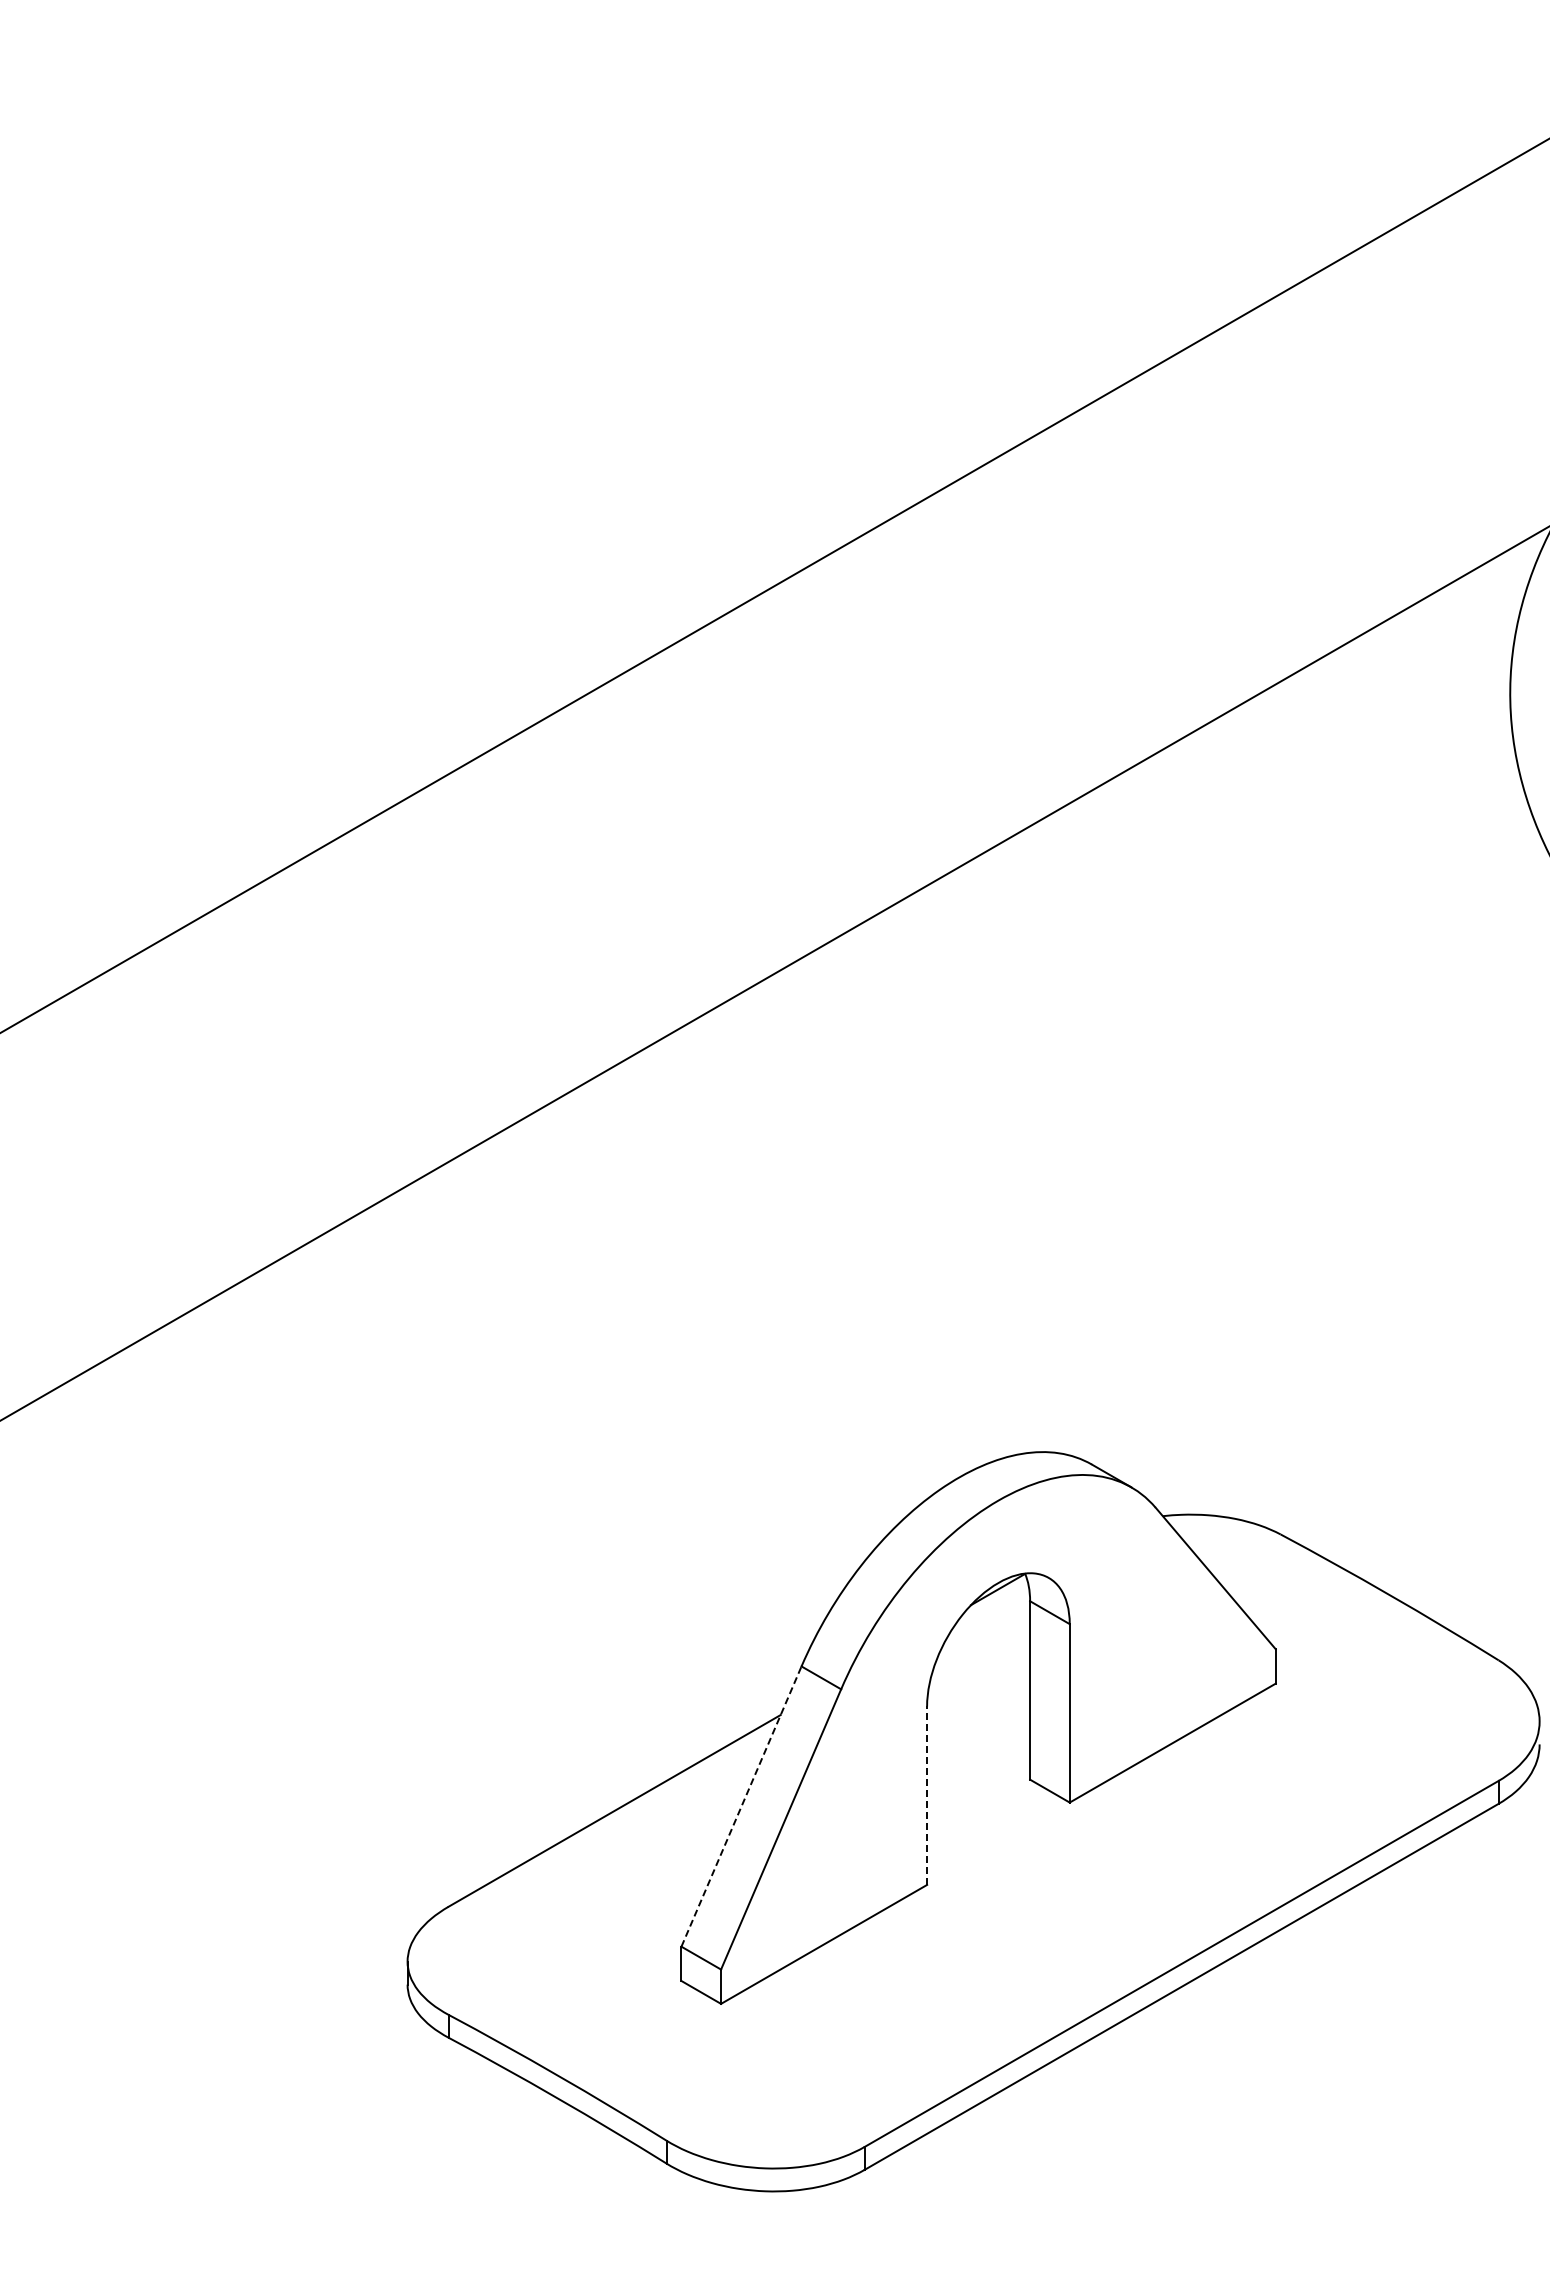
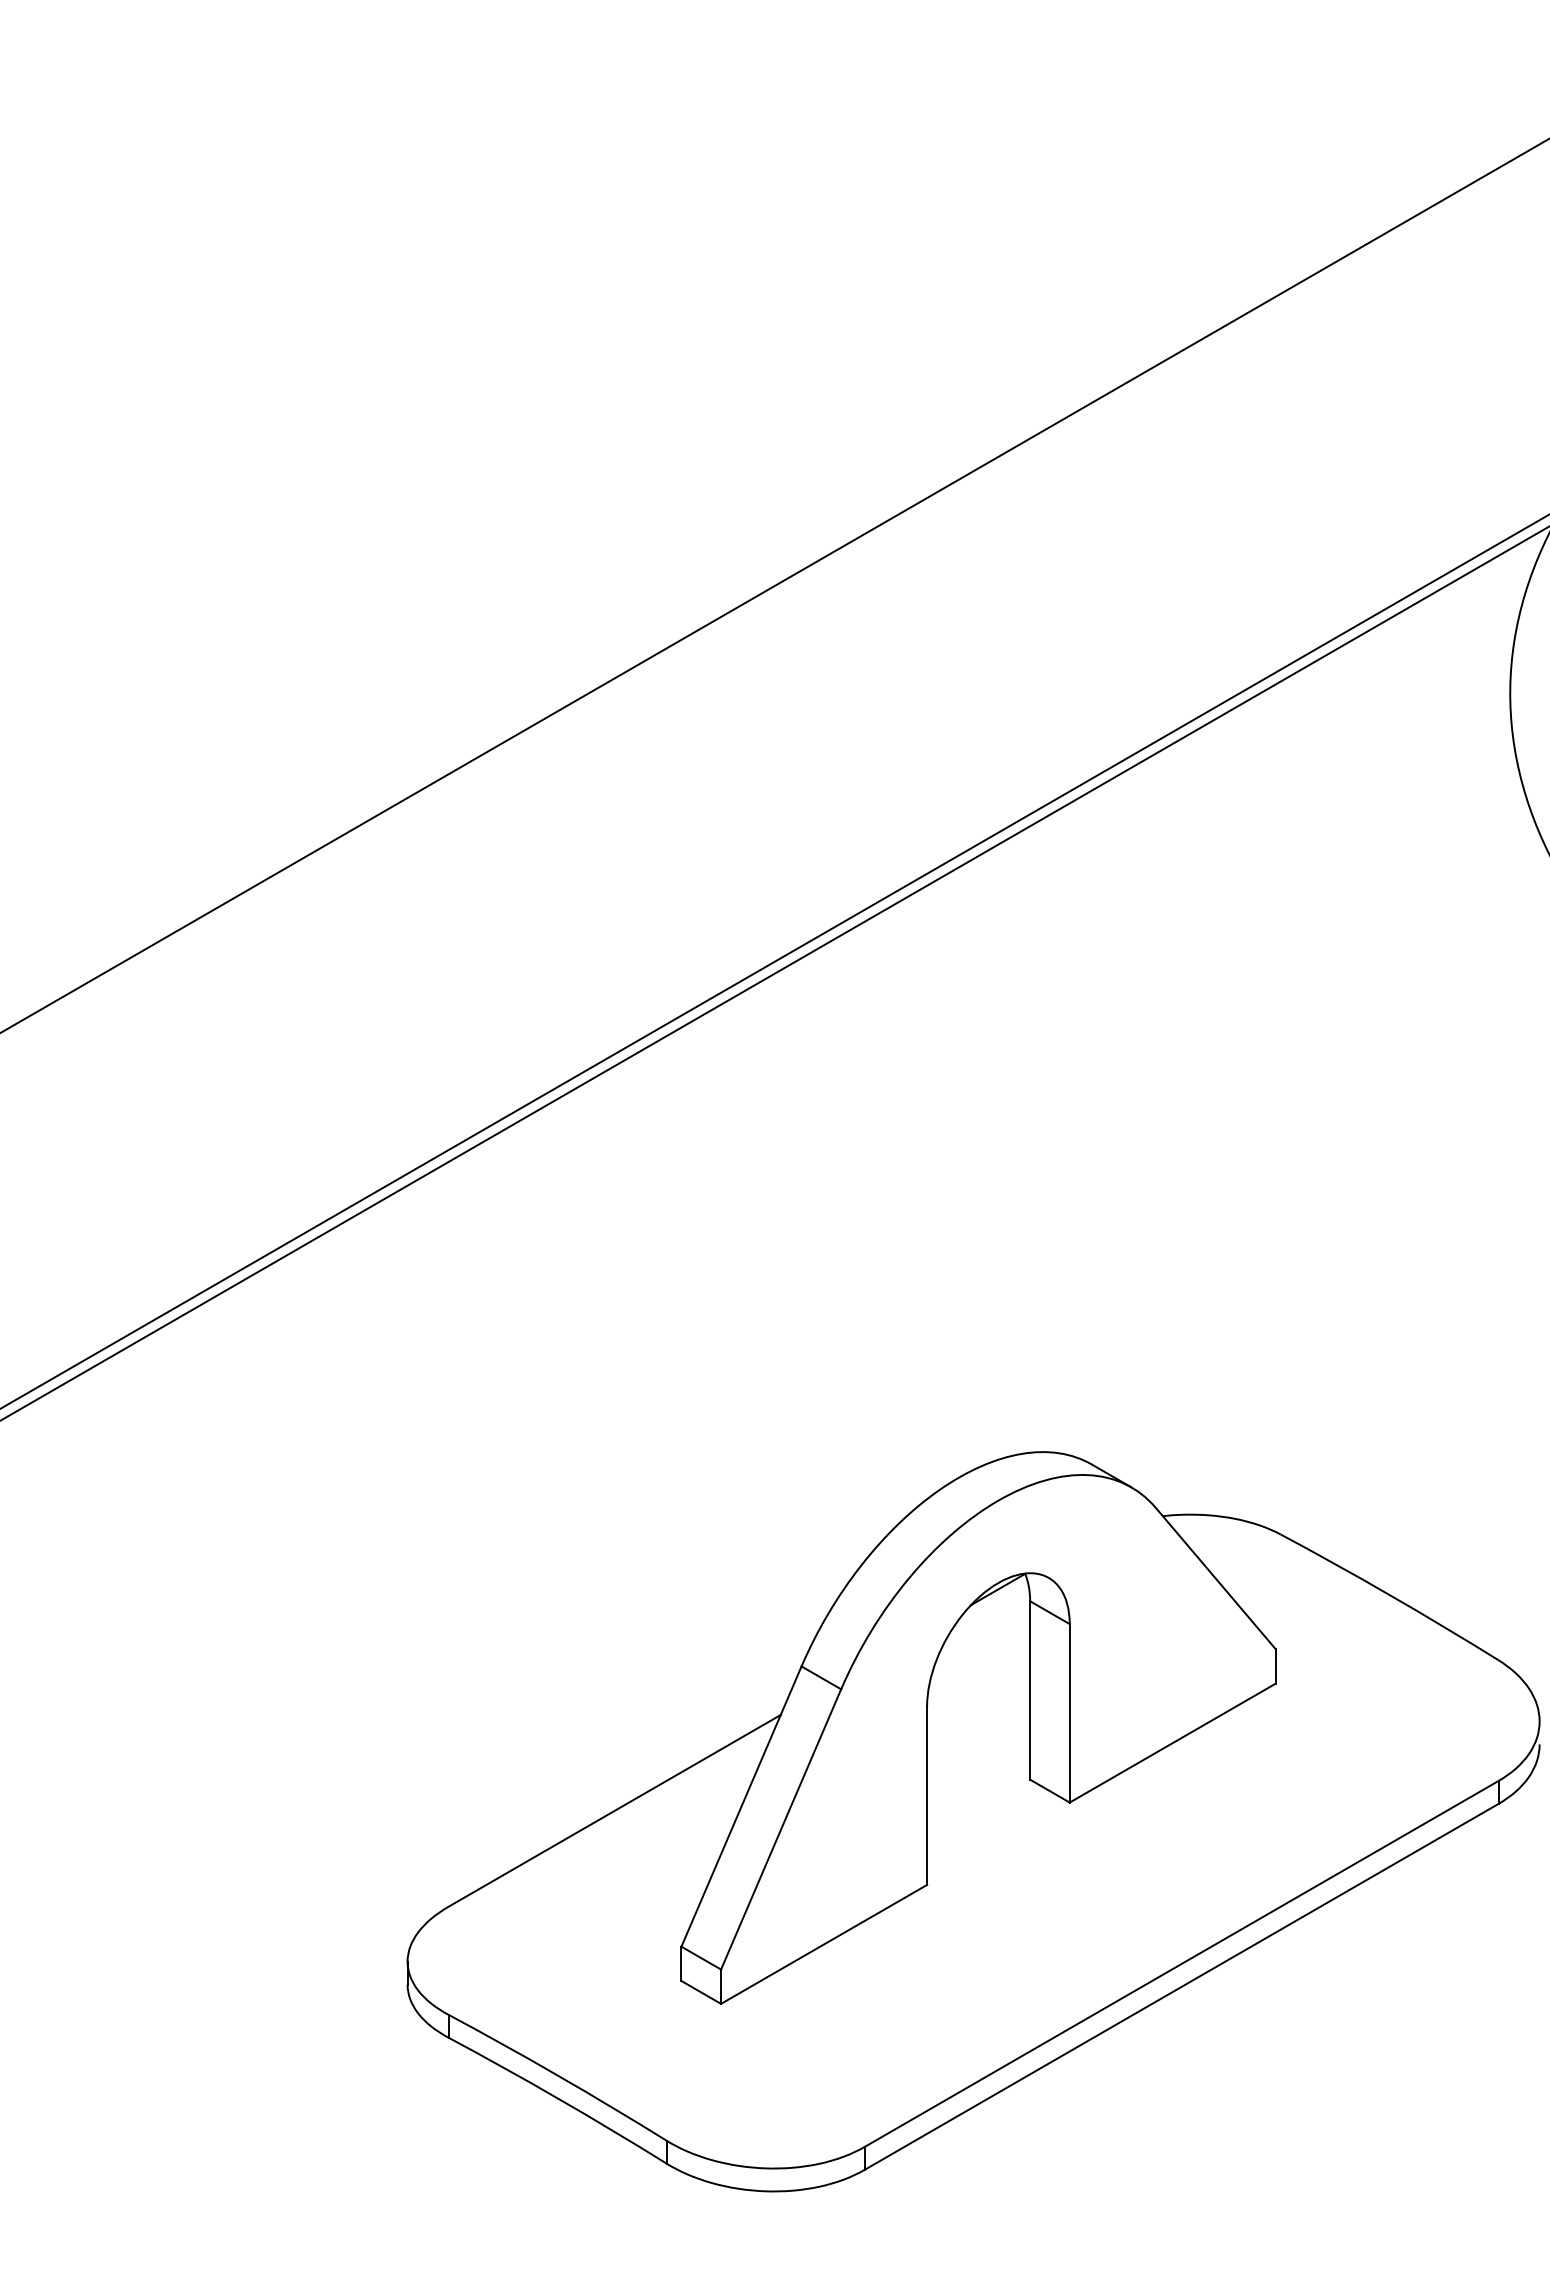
line at (774, 961): none -> present
line at (927, 1795): dashed -> solid
line at (741, 1806): dashed -> solid
